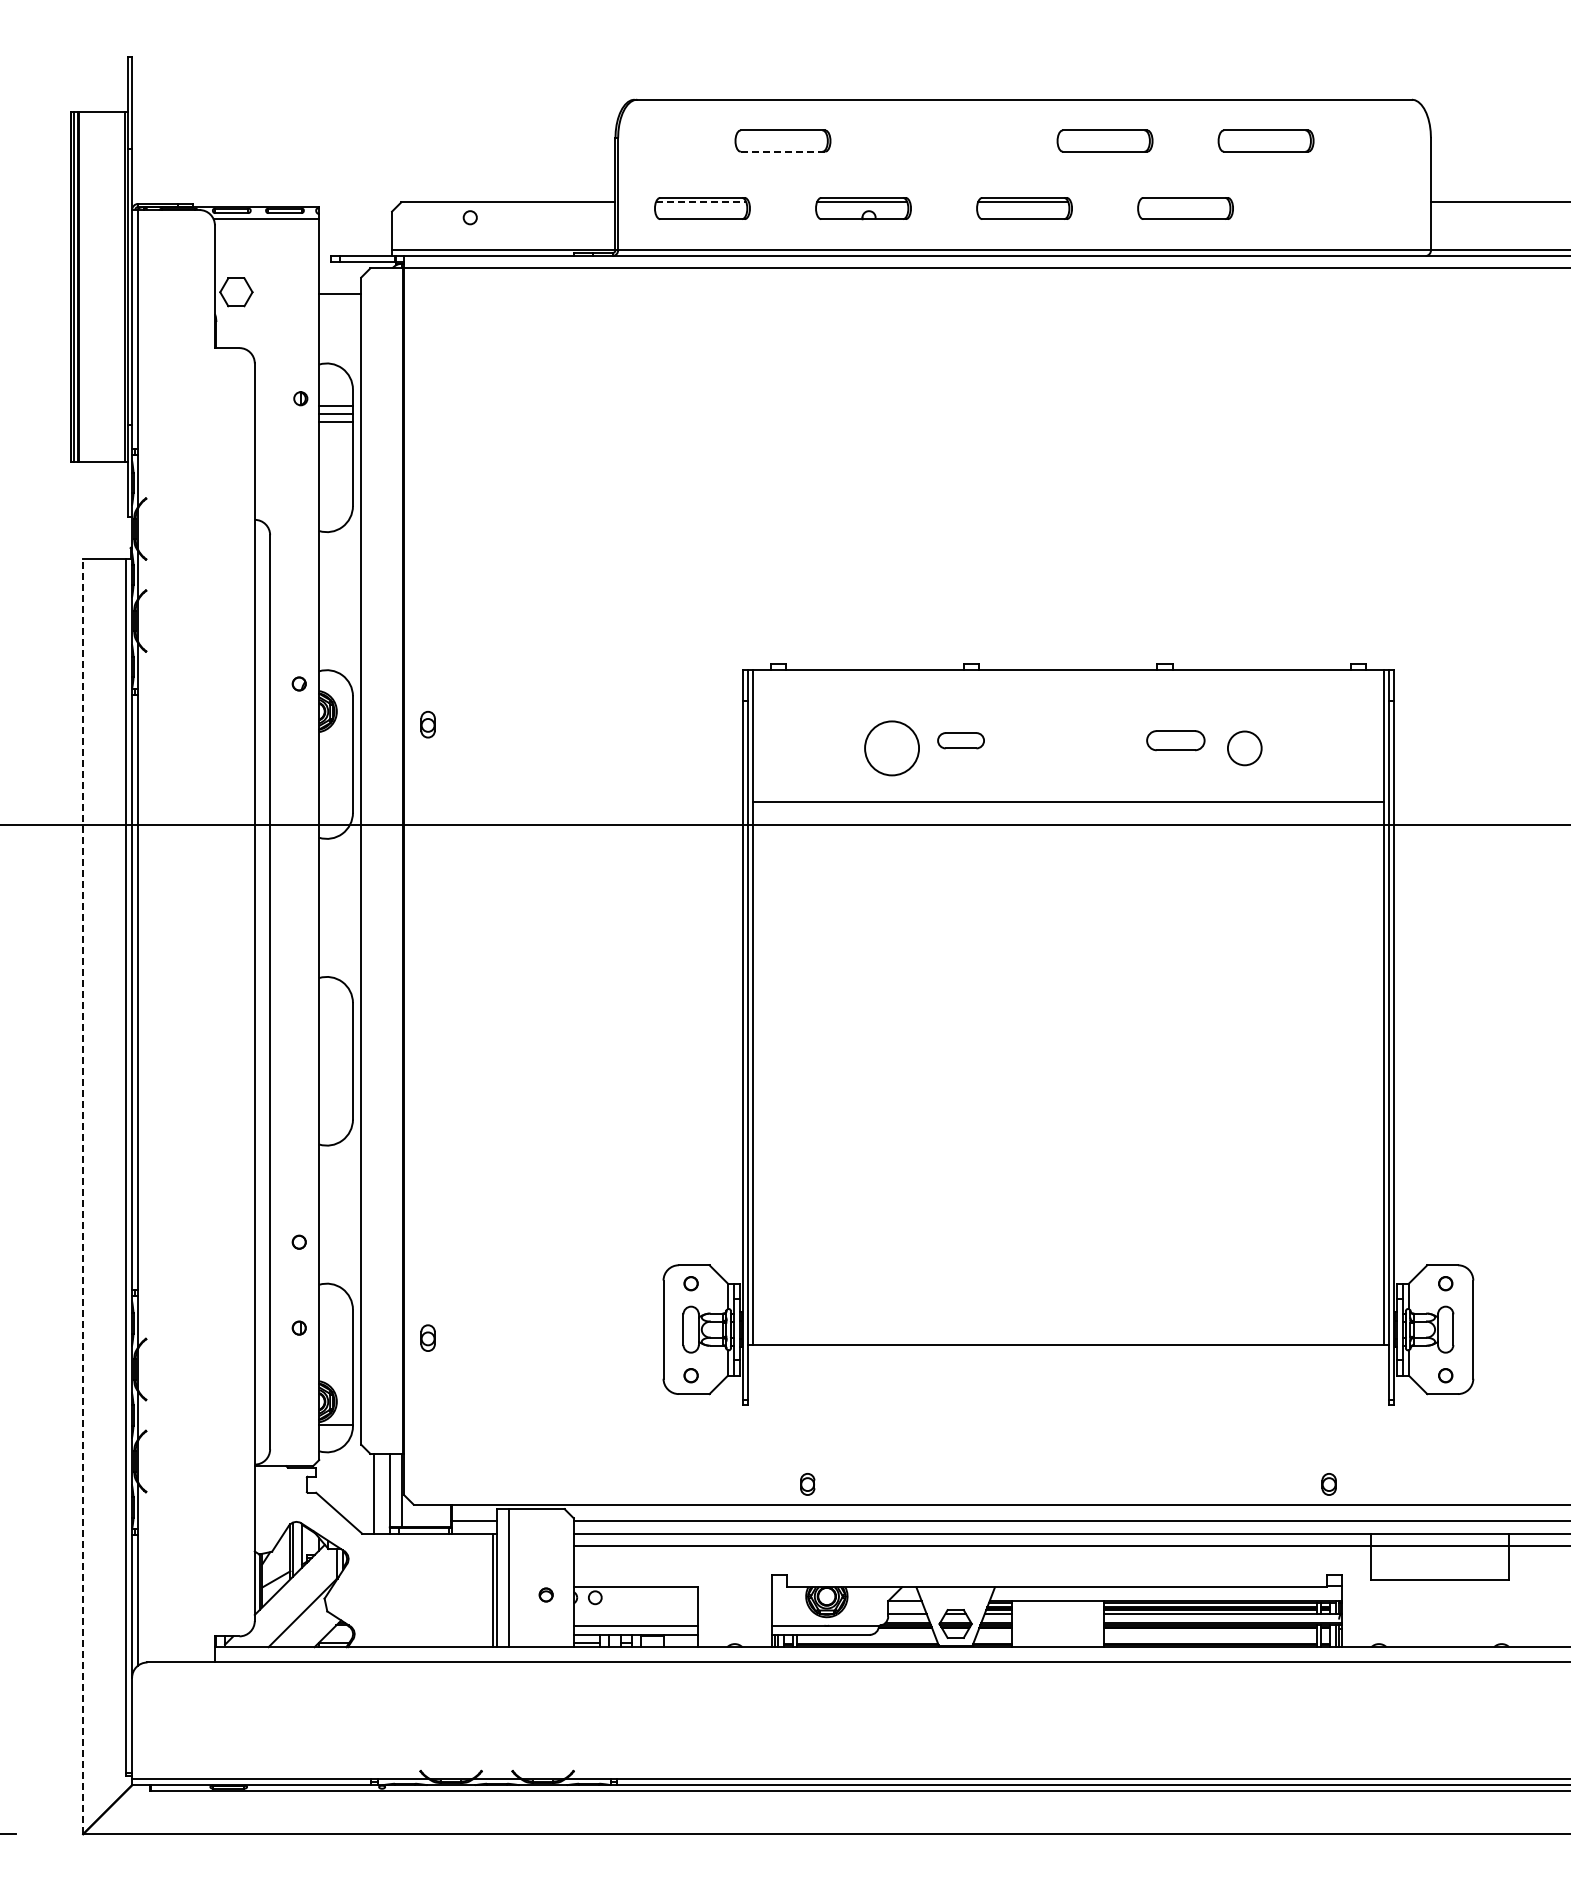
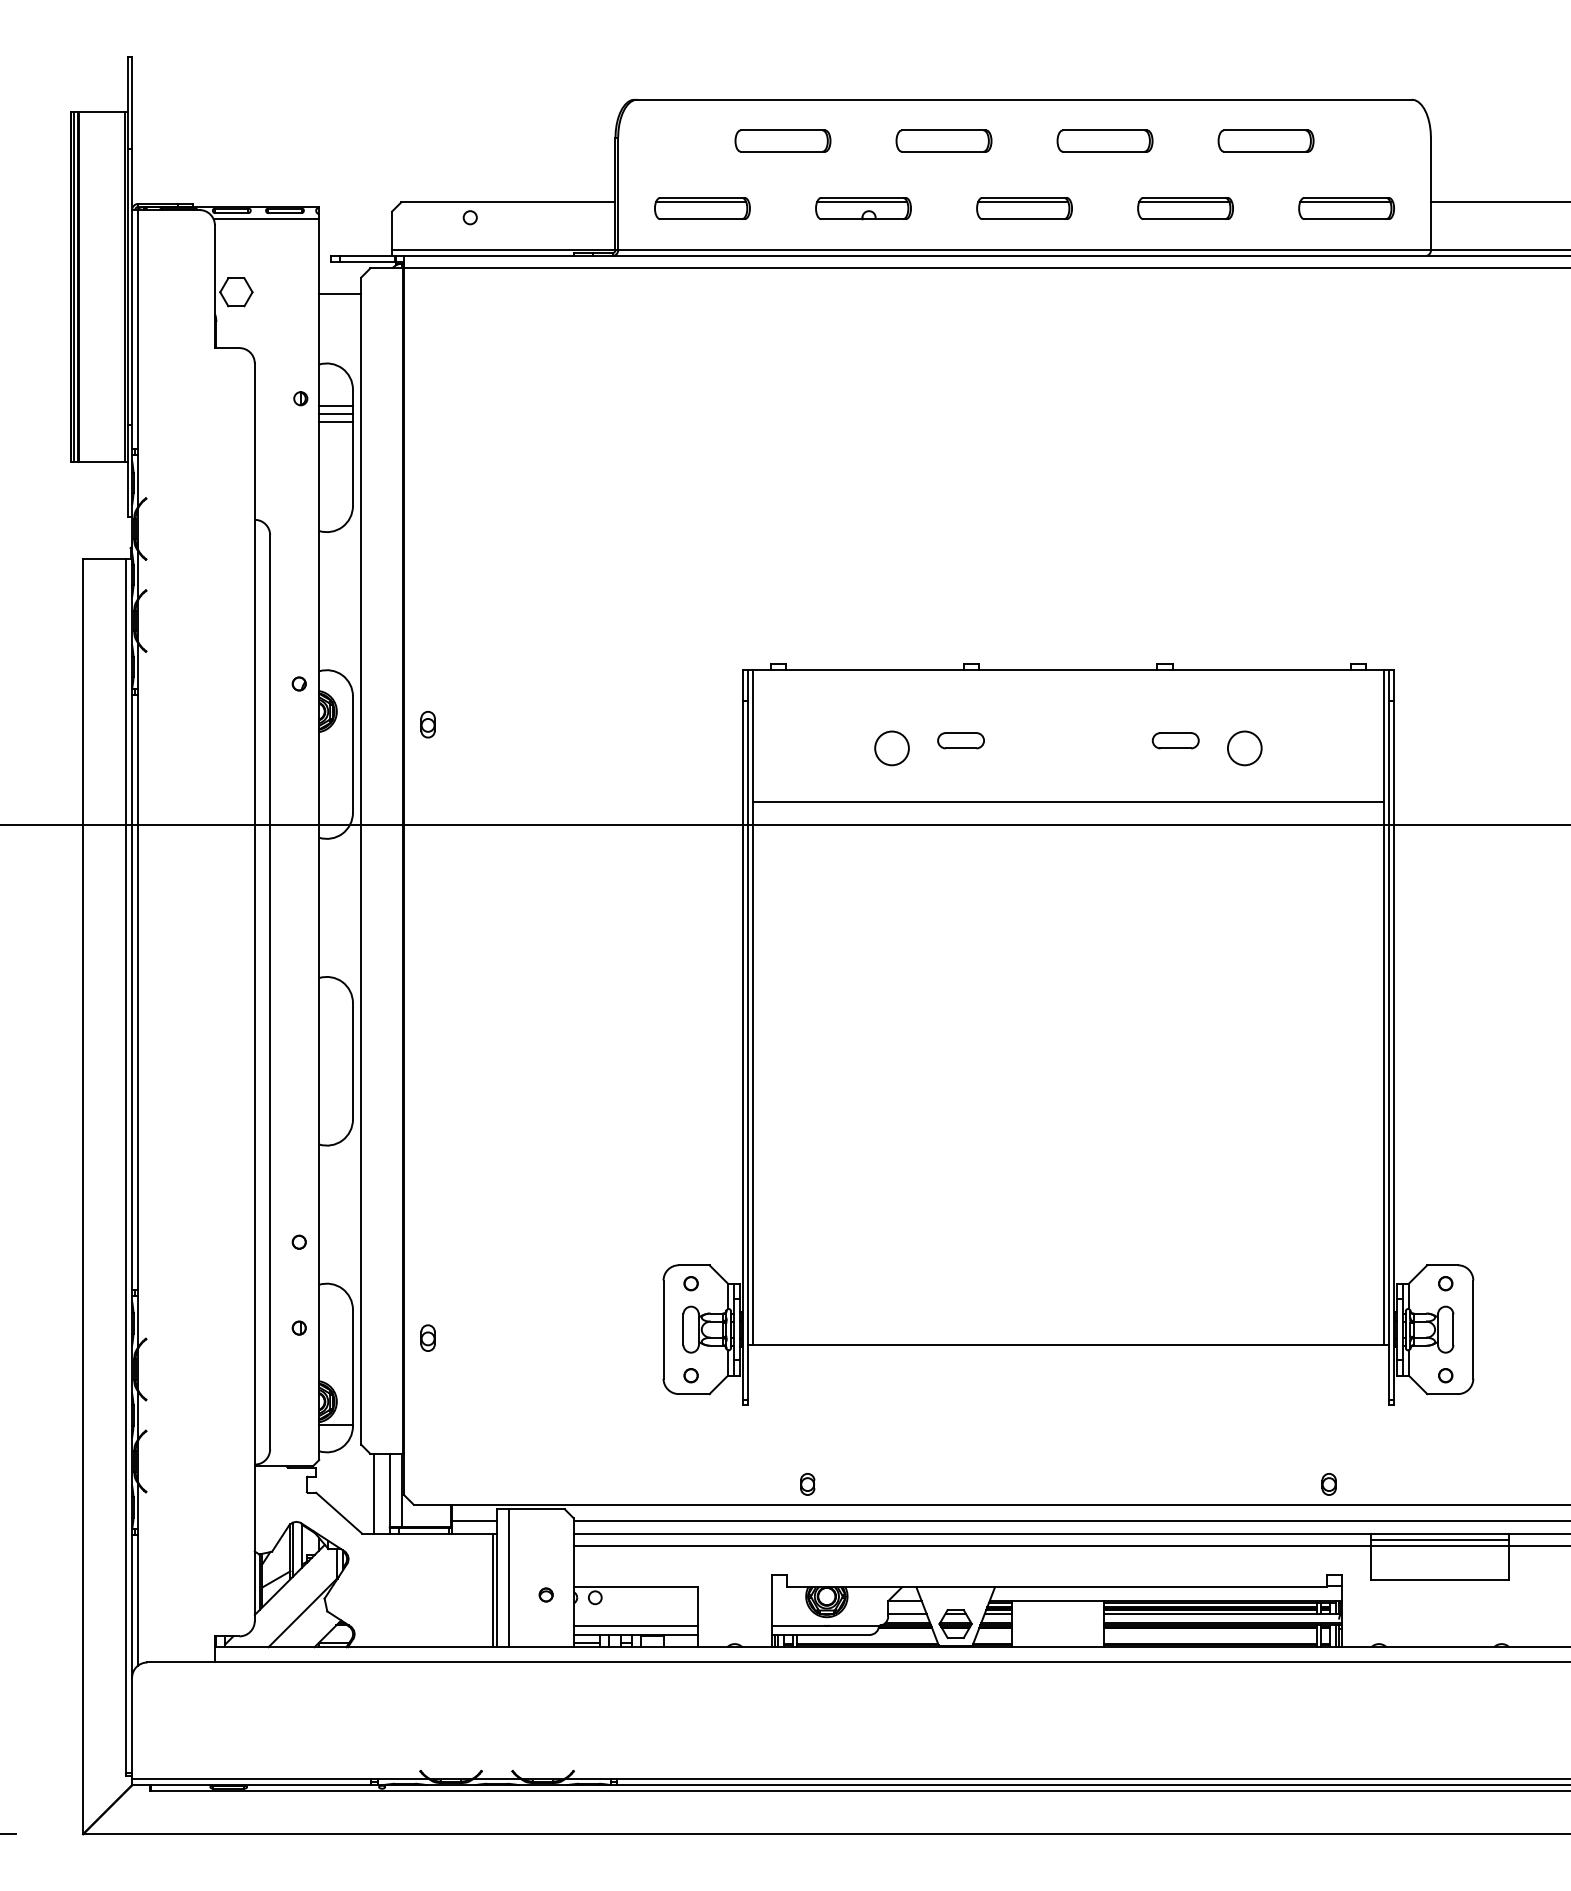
part at (943, 140): none -> present
line at (783, 151): dashed -> solid
line at (701, 202): dashed -> solid
line at (1184, 202): none -> present
part at (1346, 208): none -> present
part at (1175, 740) size: 60x22 px -> 49x18 px
circle at (892, 748) diameter: 54 px -> 34 px
line at (83, 1196): dashed -> solid
line at (1440, 1539): none -> present
